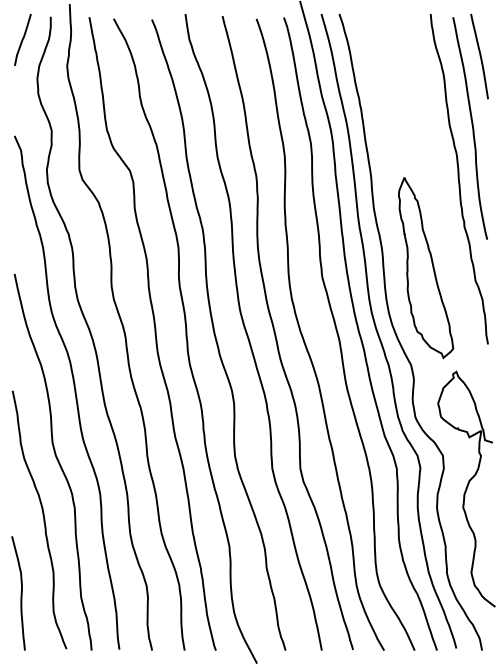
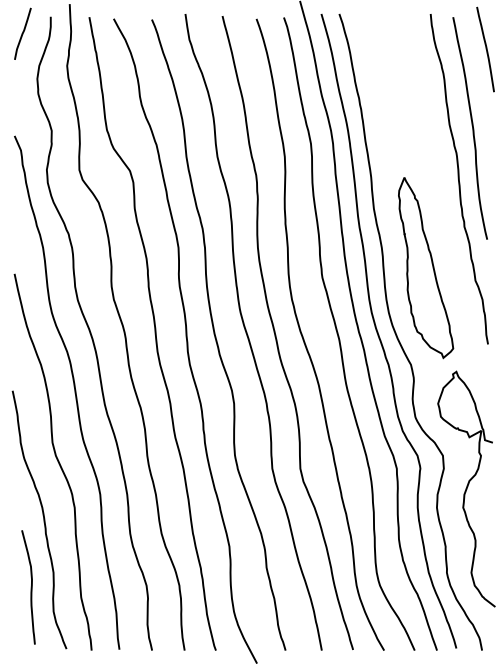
curve at (22, 39) position: (22, 39) -> (22, 33)
curve at (479, 56) position: (479, 56) -> (485, 49)
curve at (20, 593) position: (20, 593) -> (30, 587)
